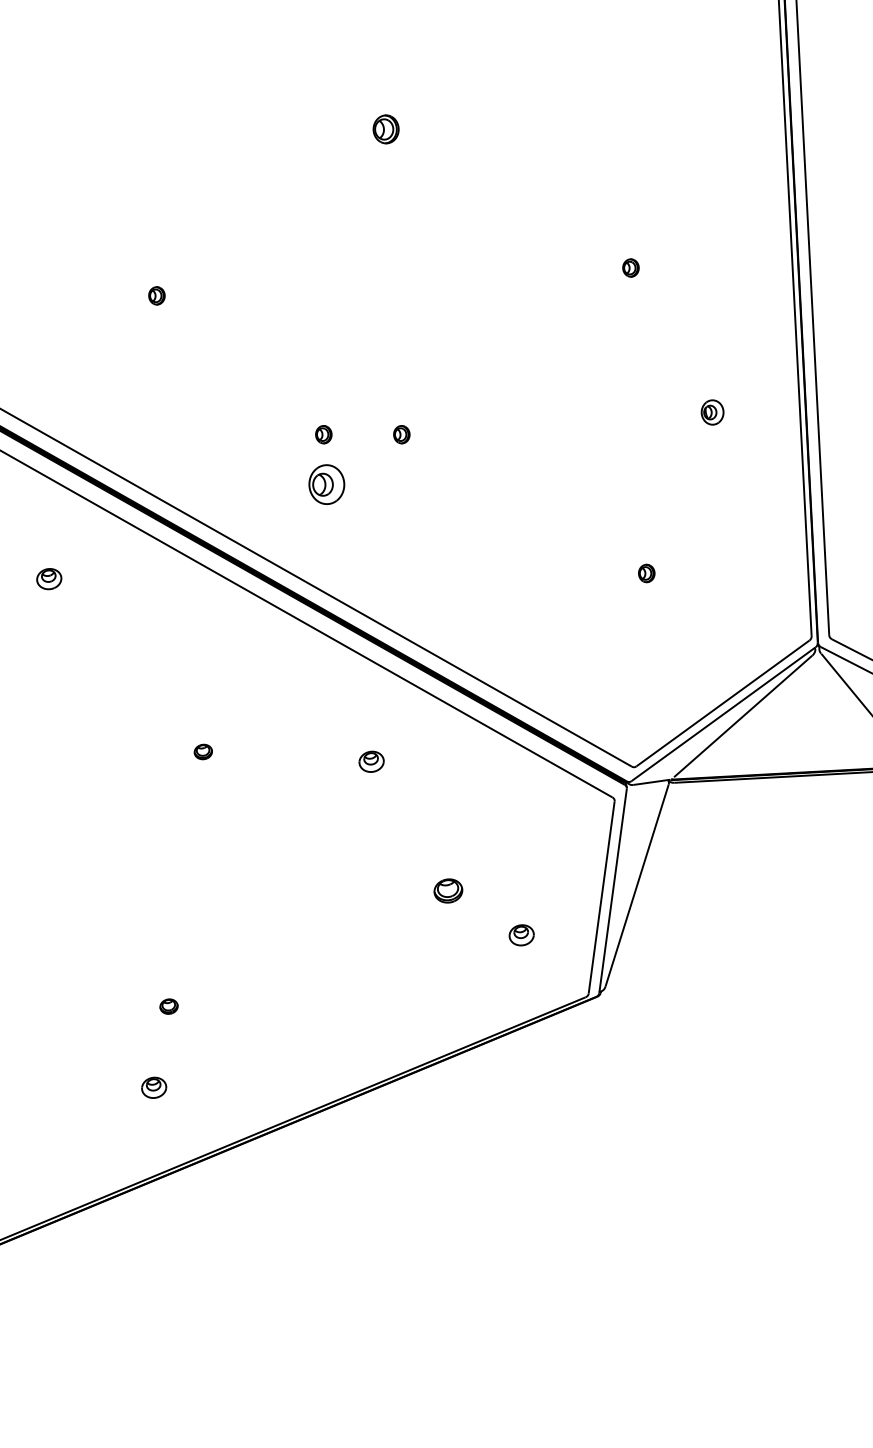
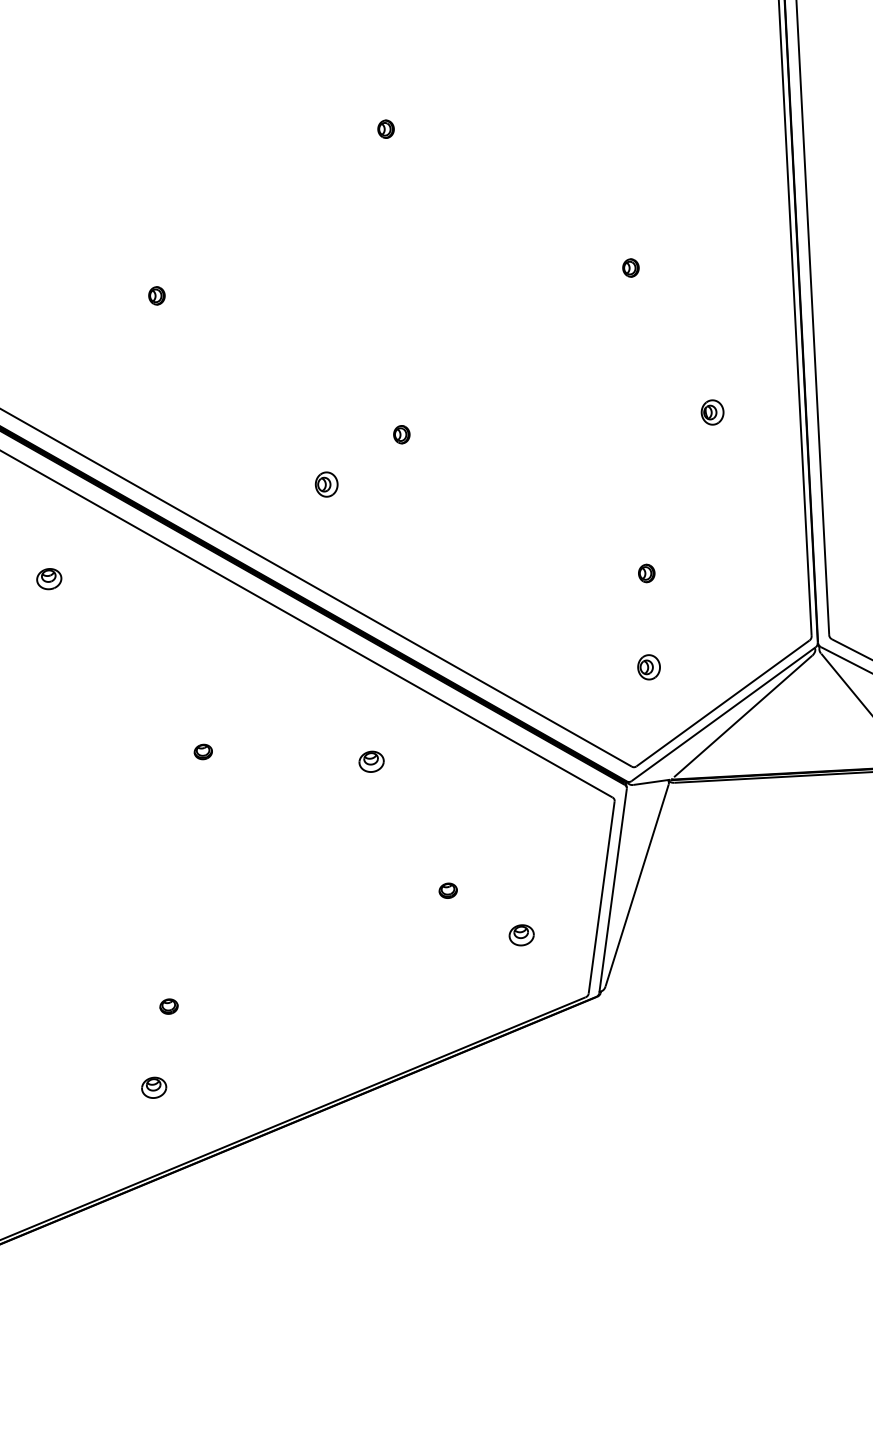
part at (385, 129) size: 28x31 px -> 18x20 px
part at (323, 434): present -> none
part at (326, 484) size: 38x41 px -> 25x27 px
part at (648, 667): none -> present
part at (448, 890) size: 31x26 px -> 20x17 px
